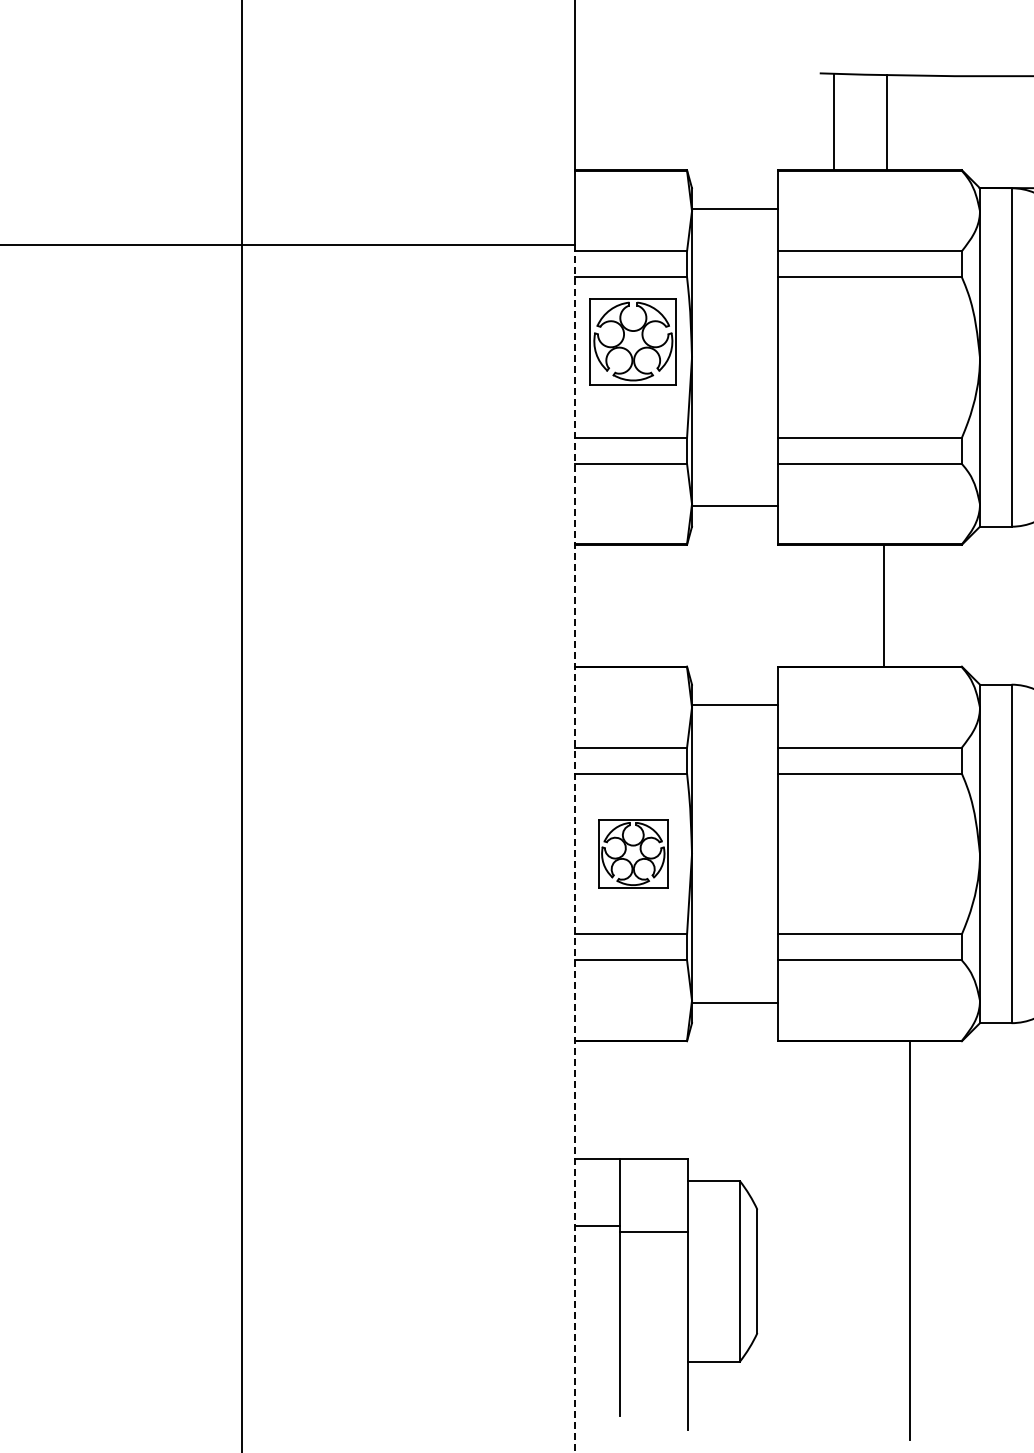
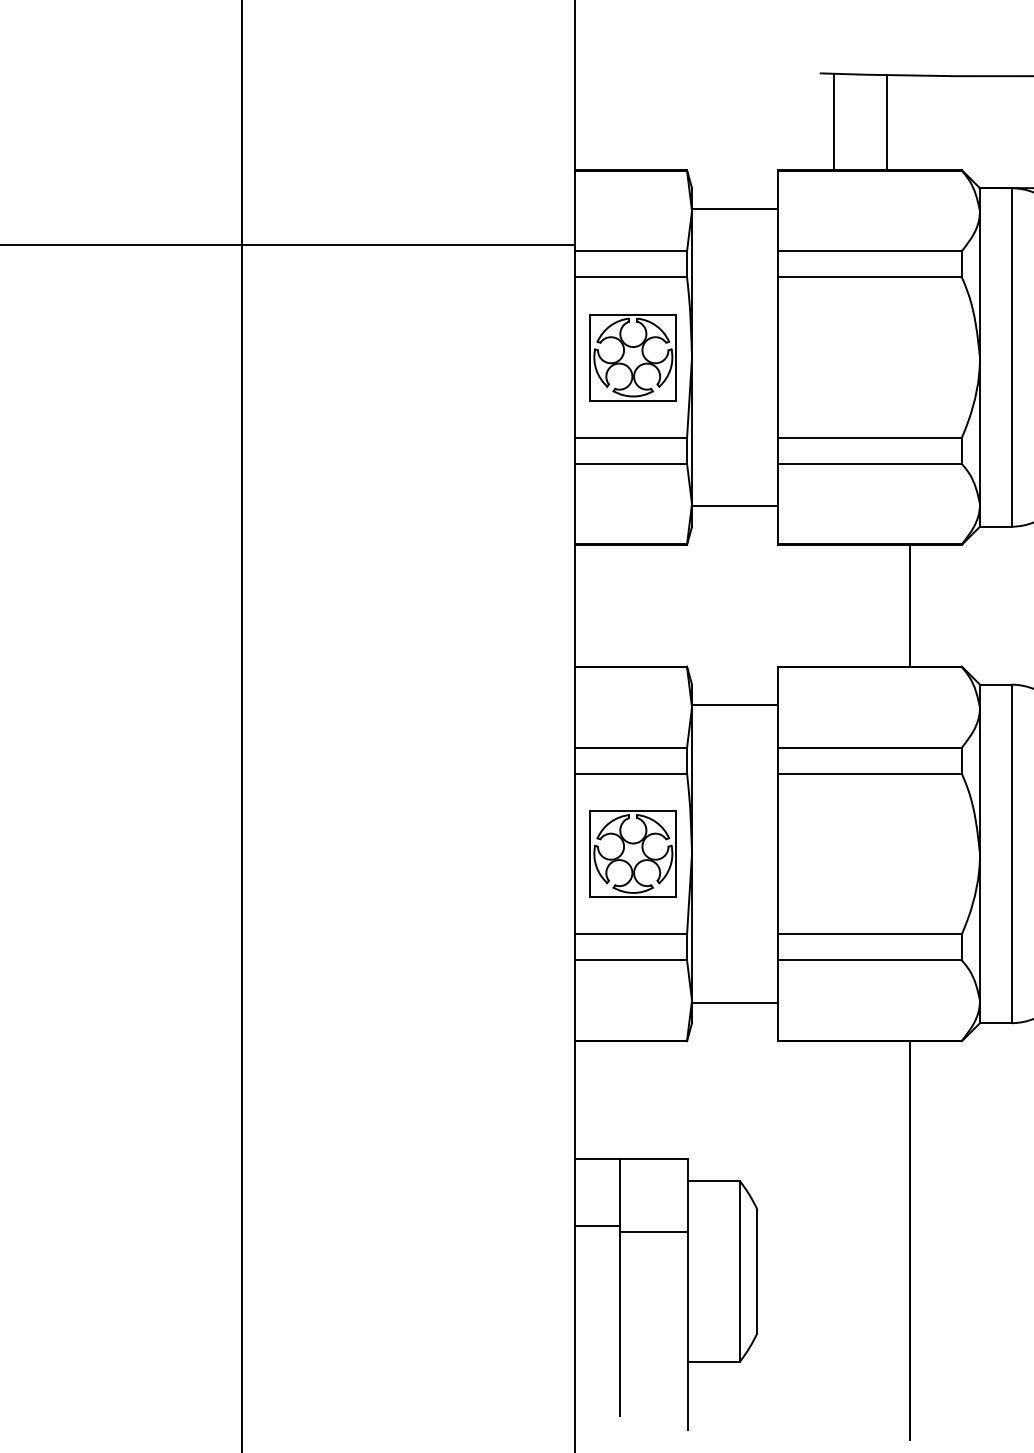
part at (632, 341) position: (632, 341) -> (632, 357)
line at (883, 605) position: (883, 605) -> (909, 605)
line at (574, 848): dashed -> solid
part at (633, 853) size: 71x70 px -> 88x88 px
